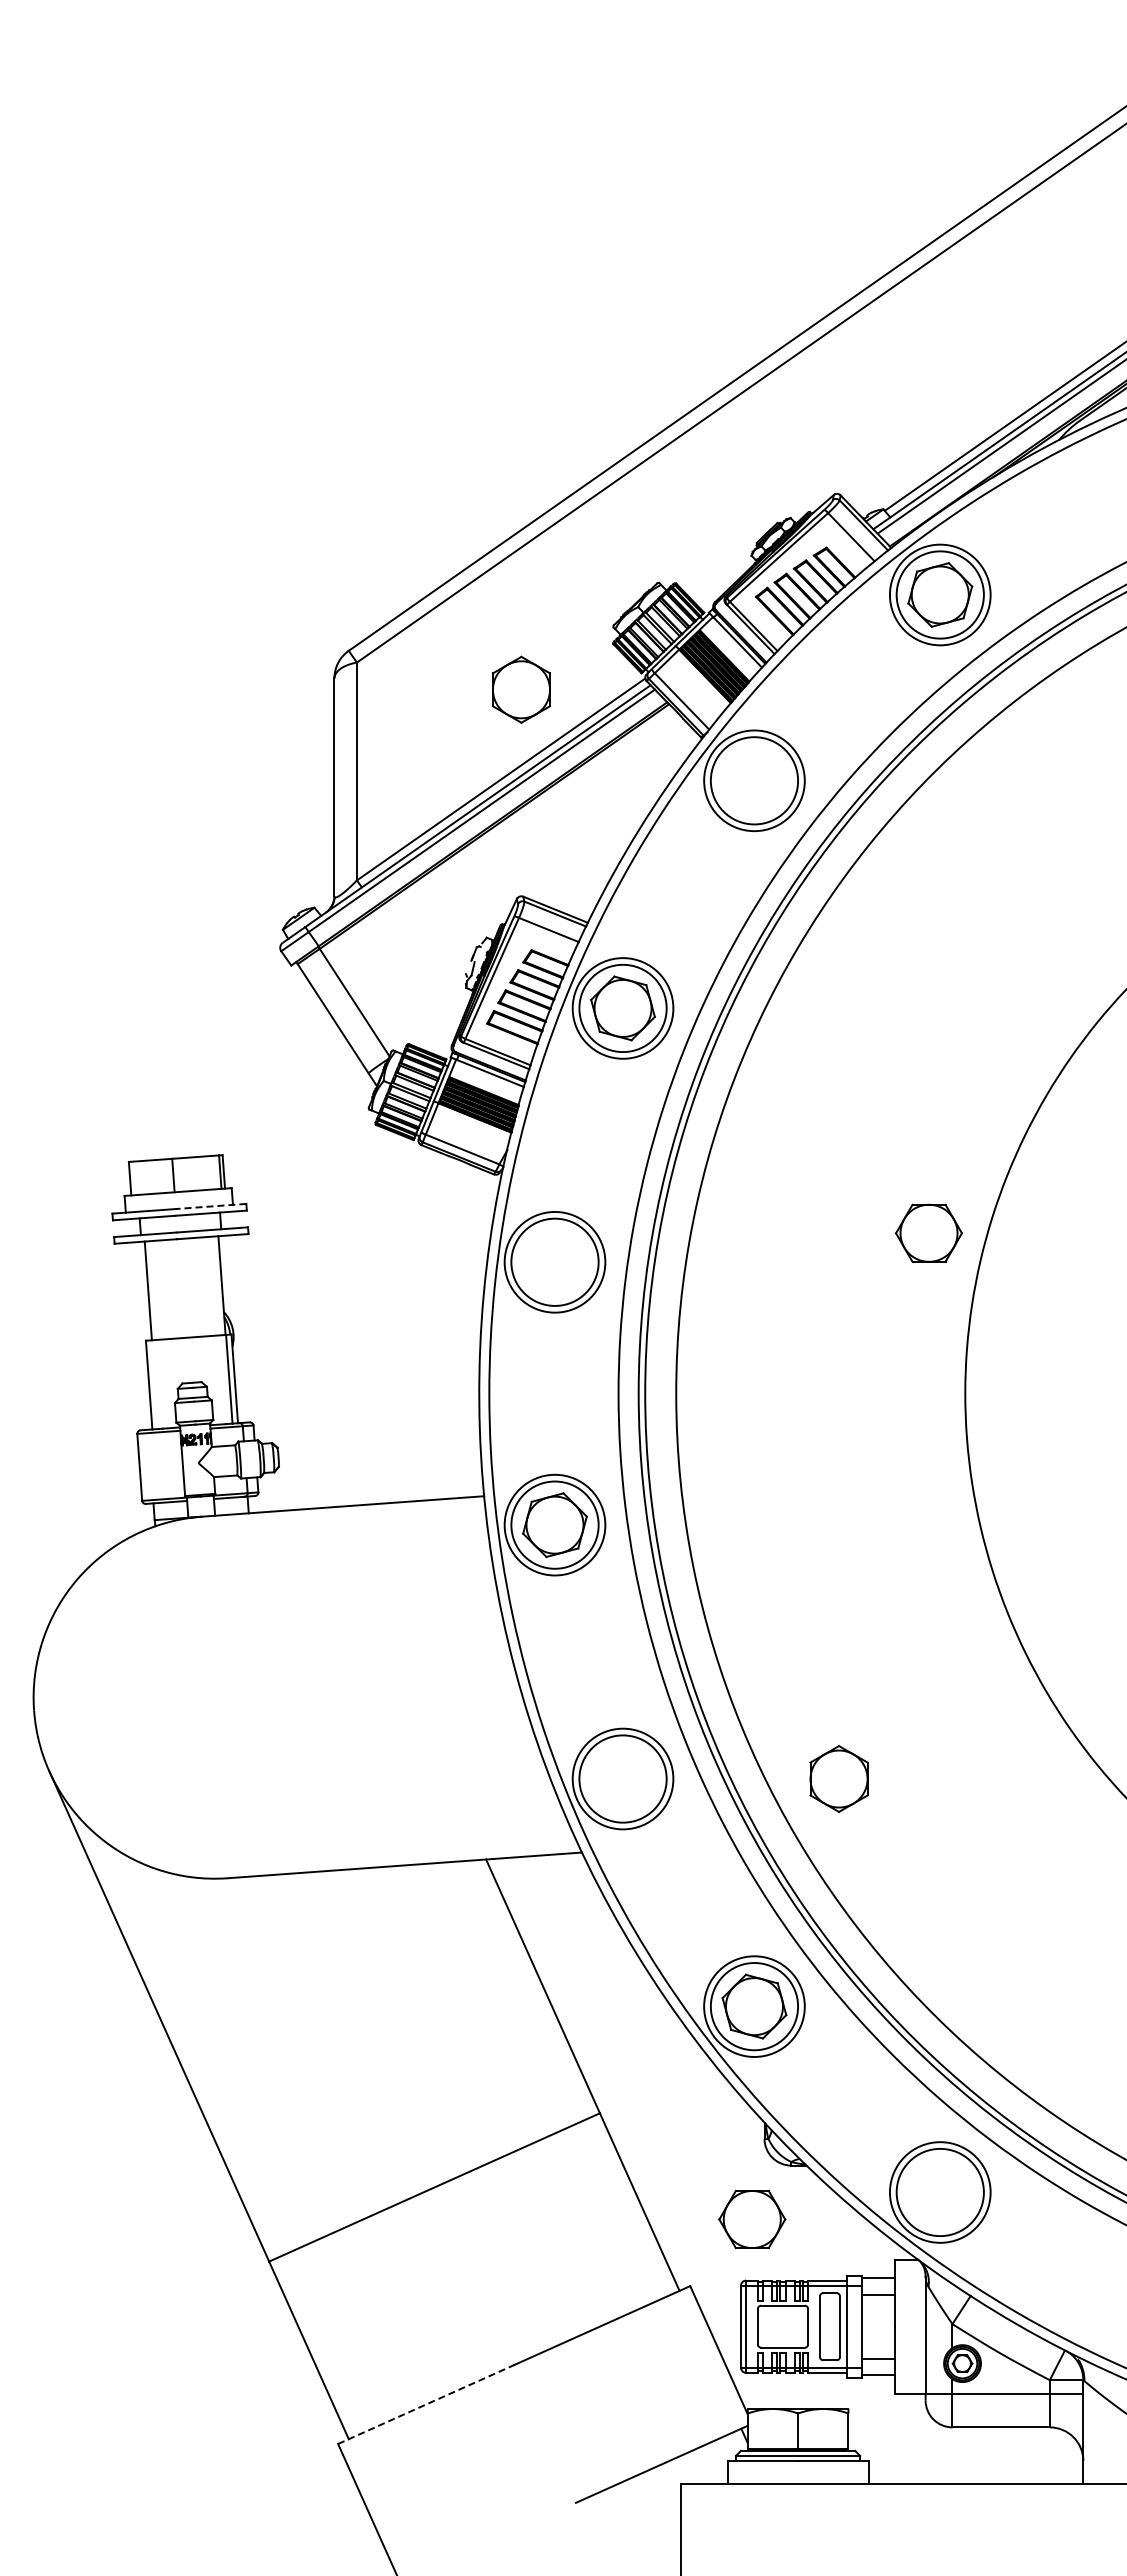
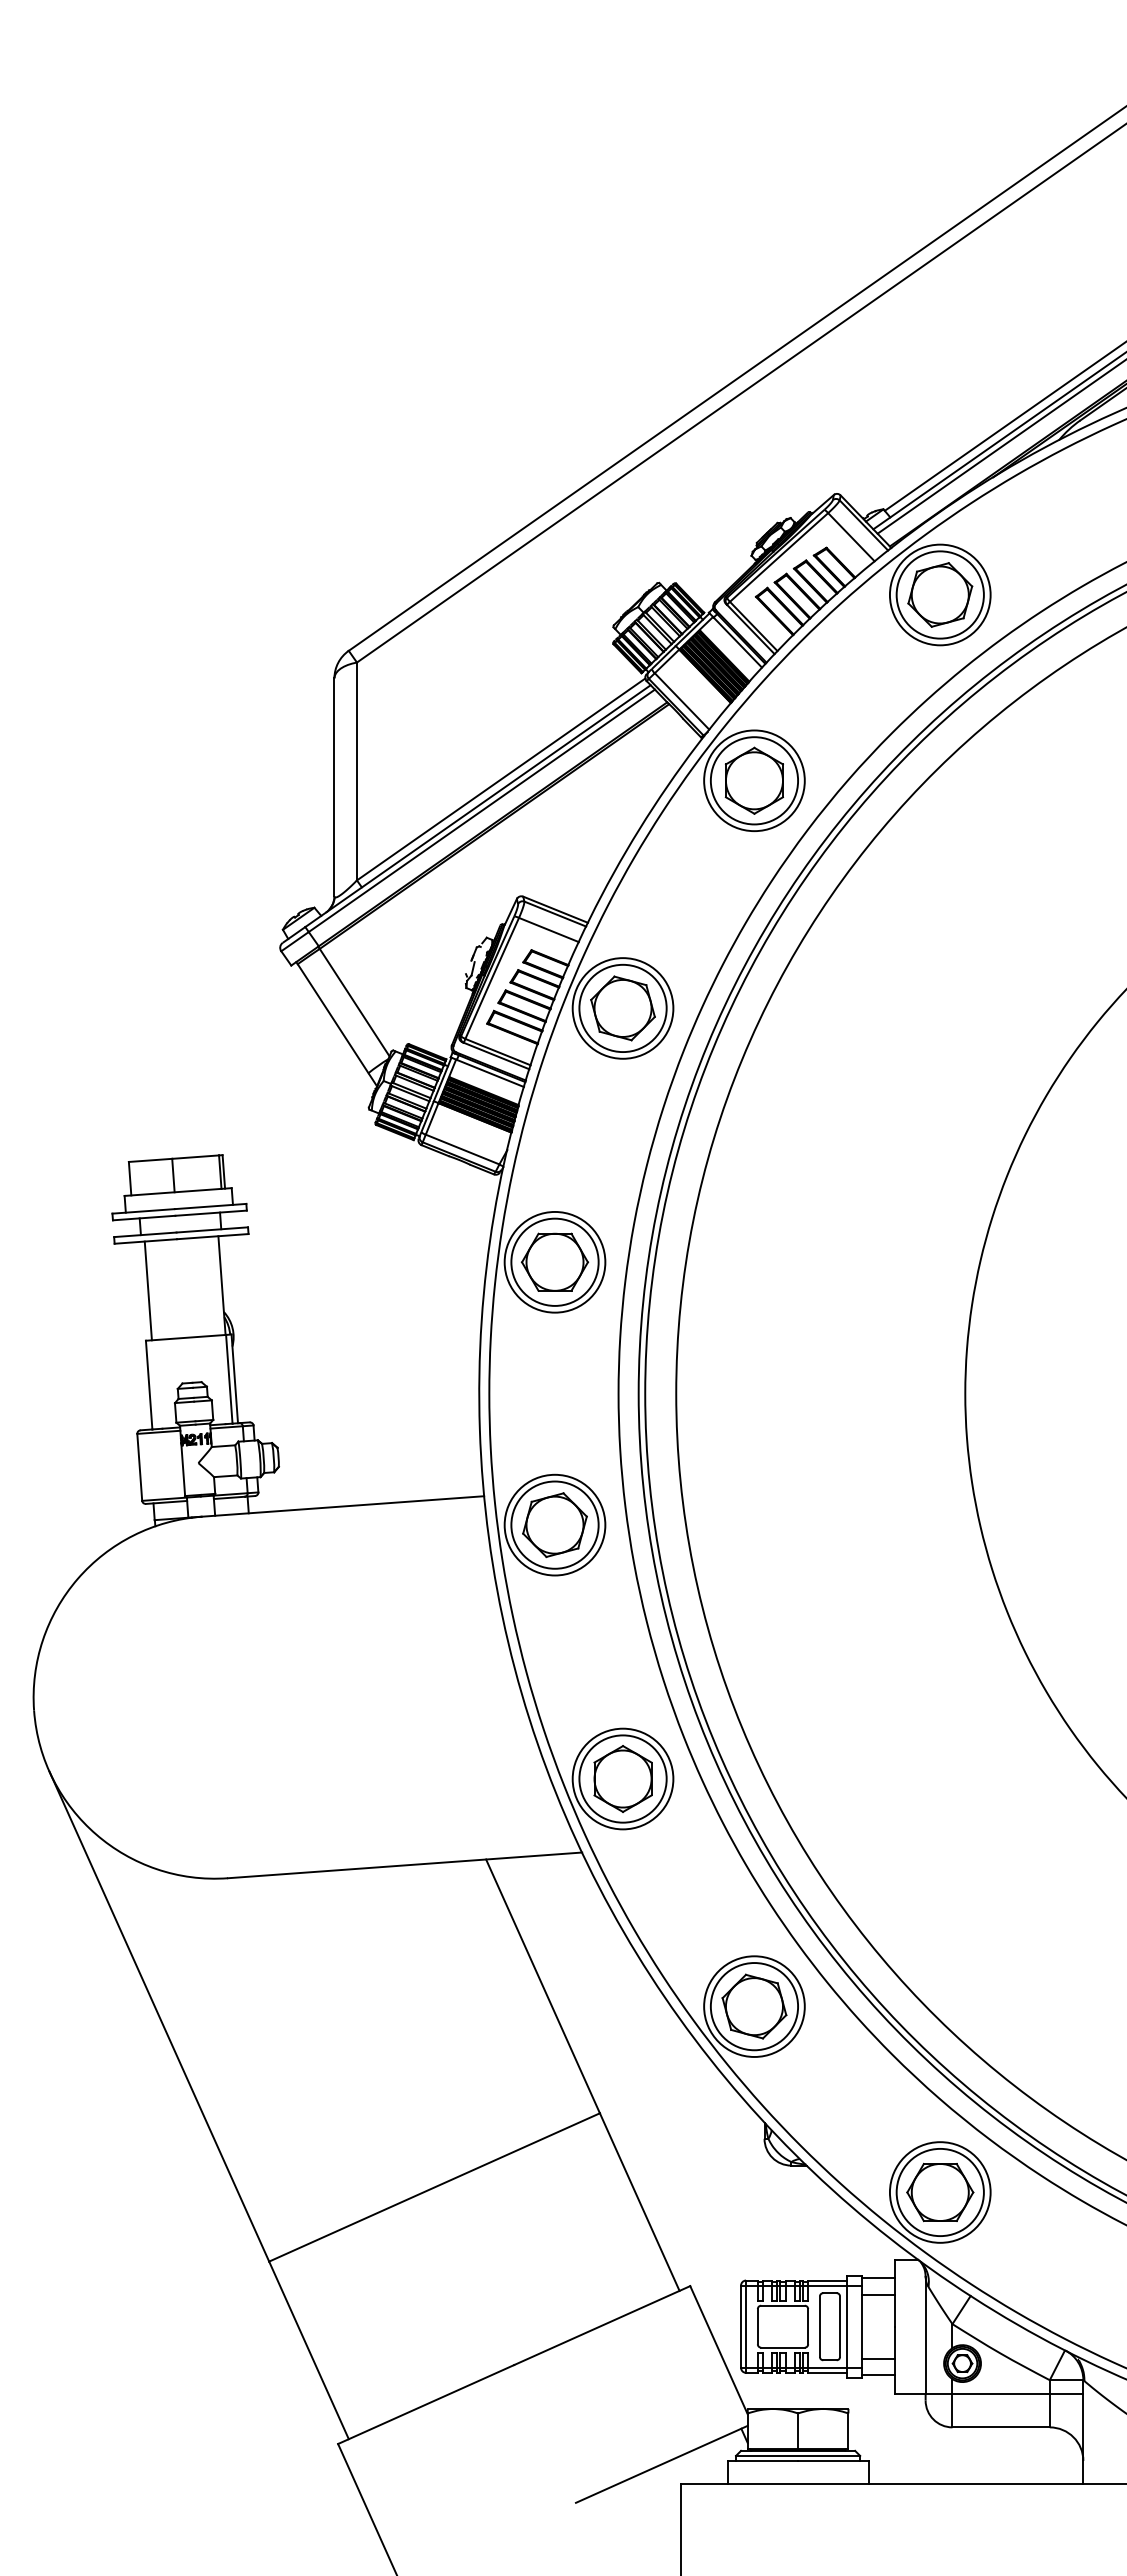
part at (520, 689) position: (520, 689) -> (753, 780)
line at (210, 1206): dashed -> solid
part at (929, 1232) position: (929, 1232) -> (555, 1261)
part at (838, 1778) position: (838, 1778) -> (622, 1778)
part at (752, 2219) position: (752, 2219) -> (940, 2192)
line at (426, 2404): dashed -> solid
